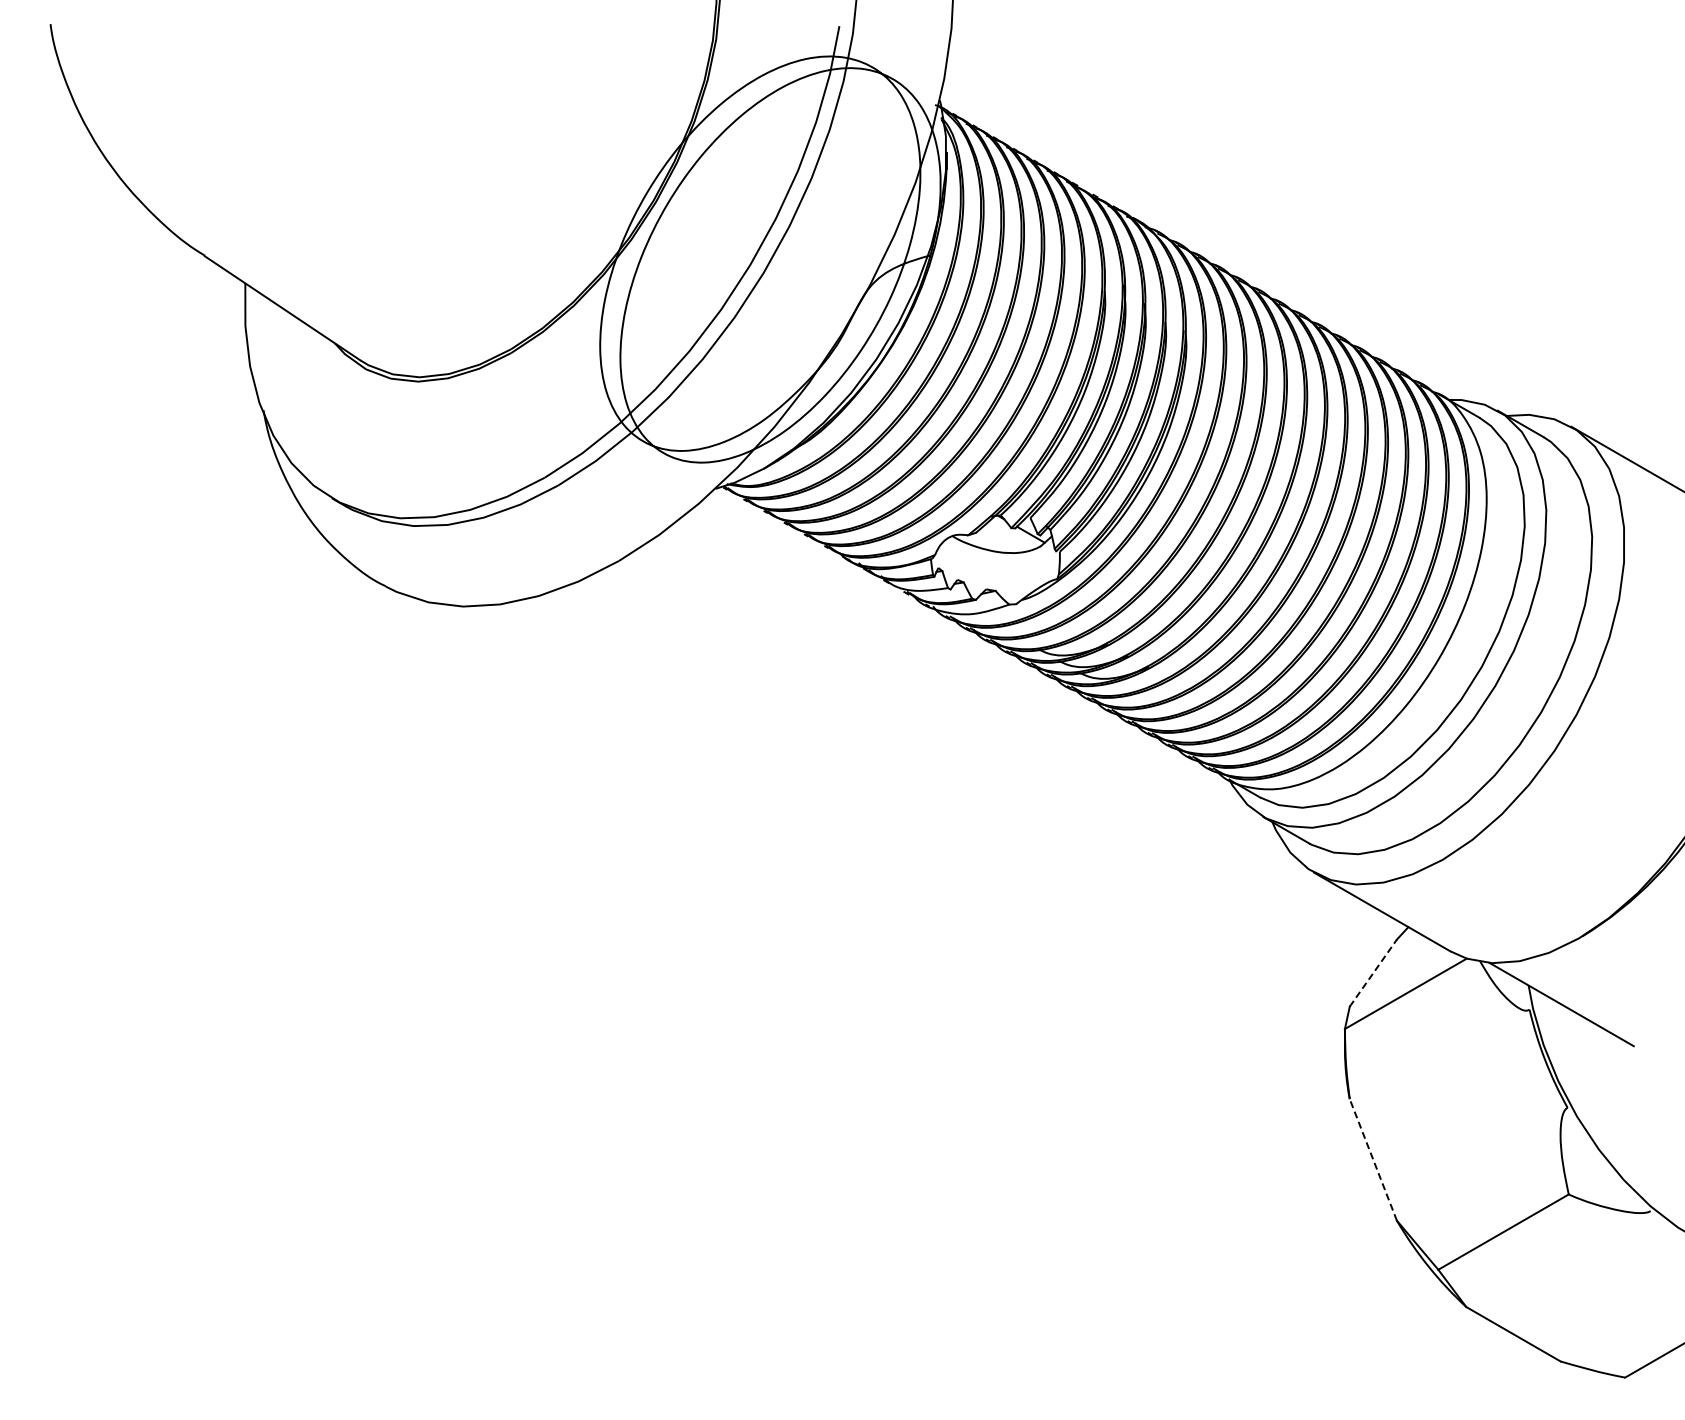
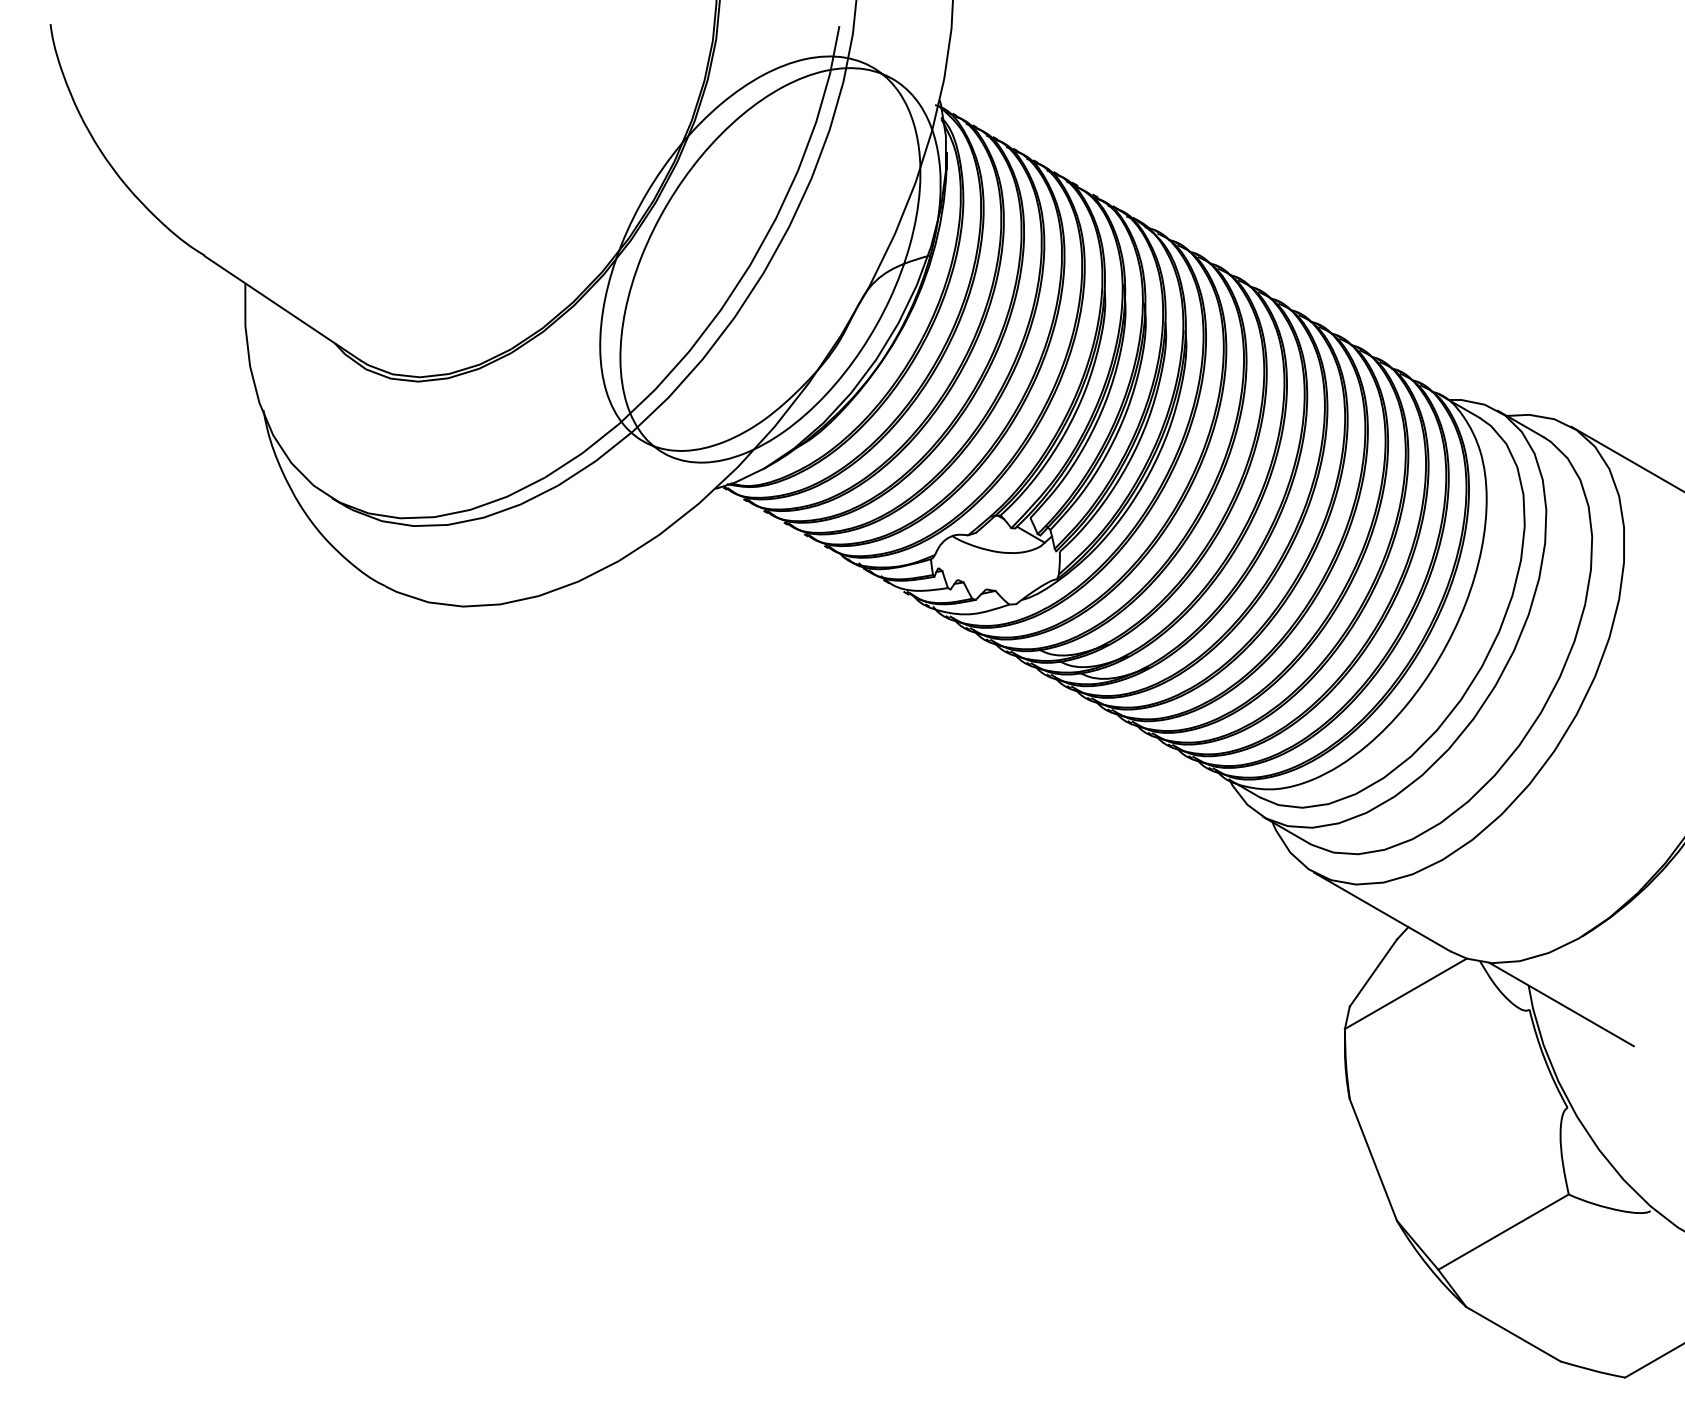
line at (1373, 972): dashed -> solid
line at (1373, 1159): dashed -> solid
